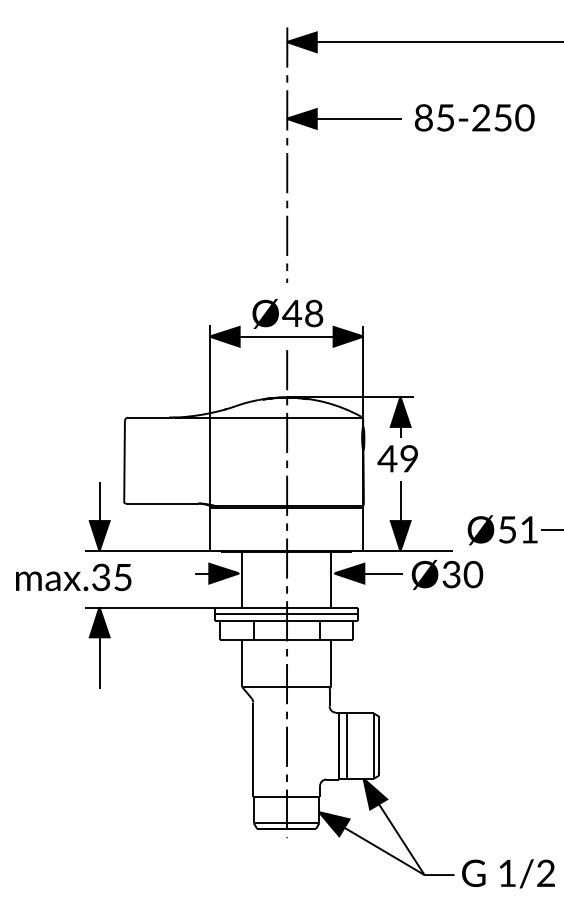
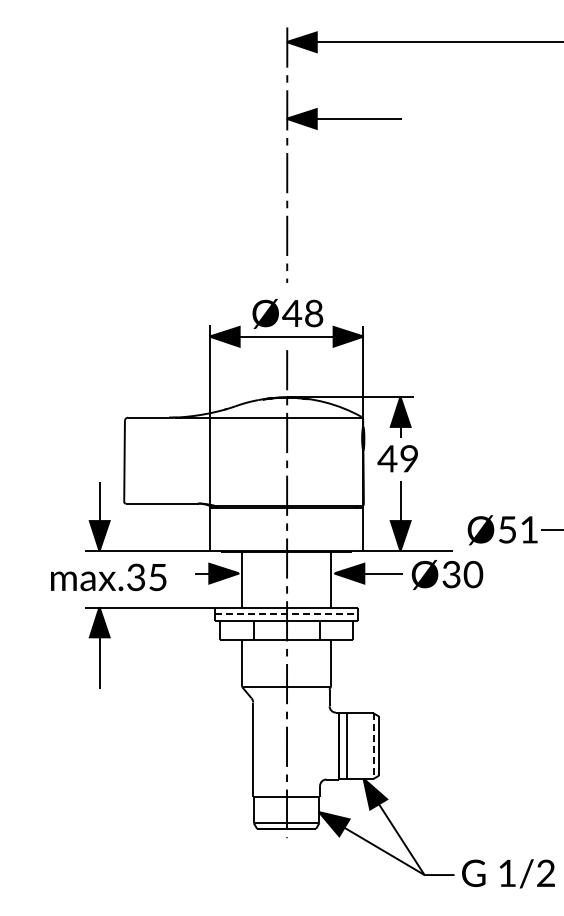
part at (474, 117): present -> none
part at (73, 577) position: (73, 577) -> (108, 577)
line at (286, 614): solid -> dashed
line at (373, 746): solid -> dashed
